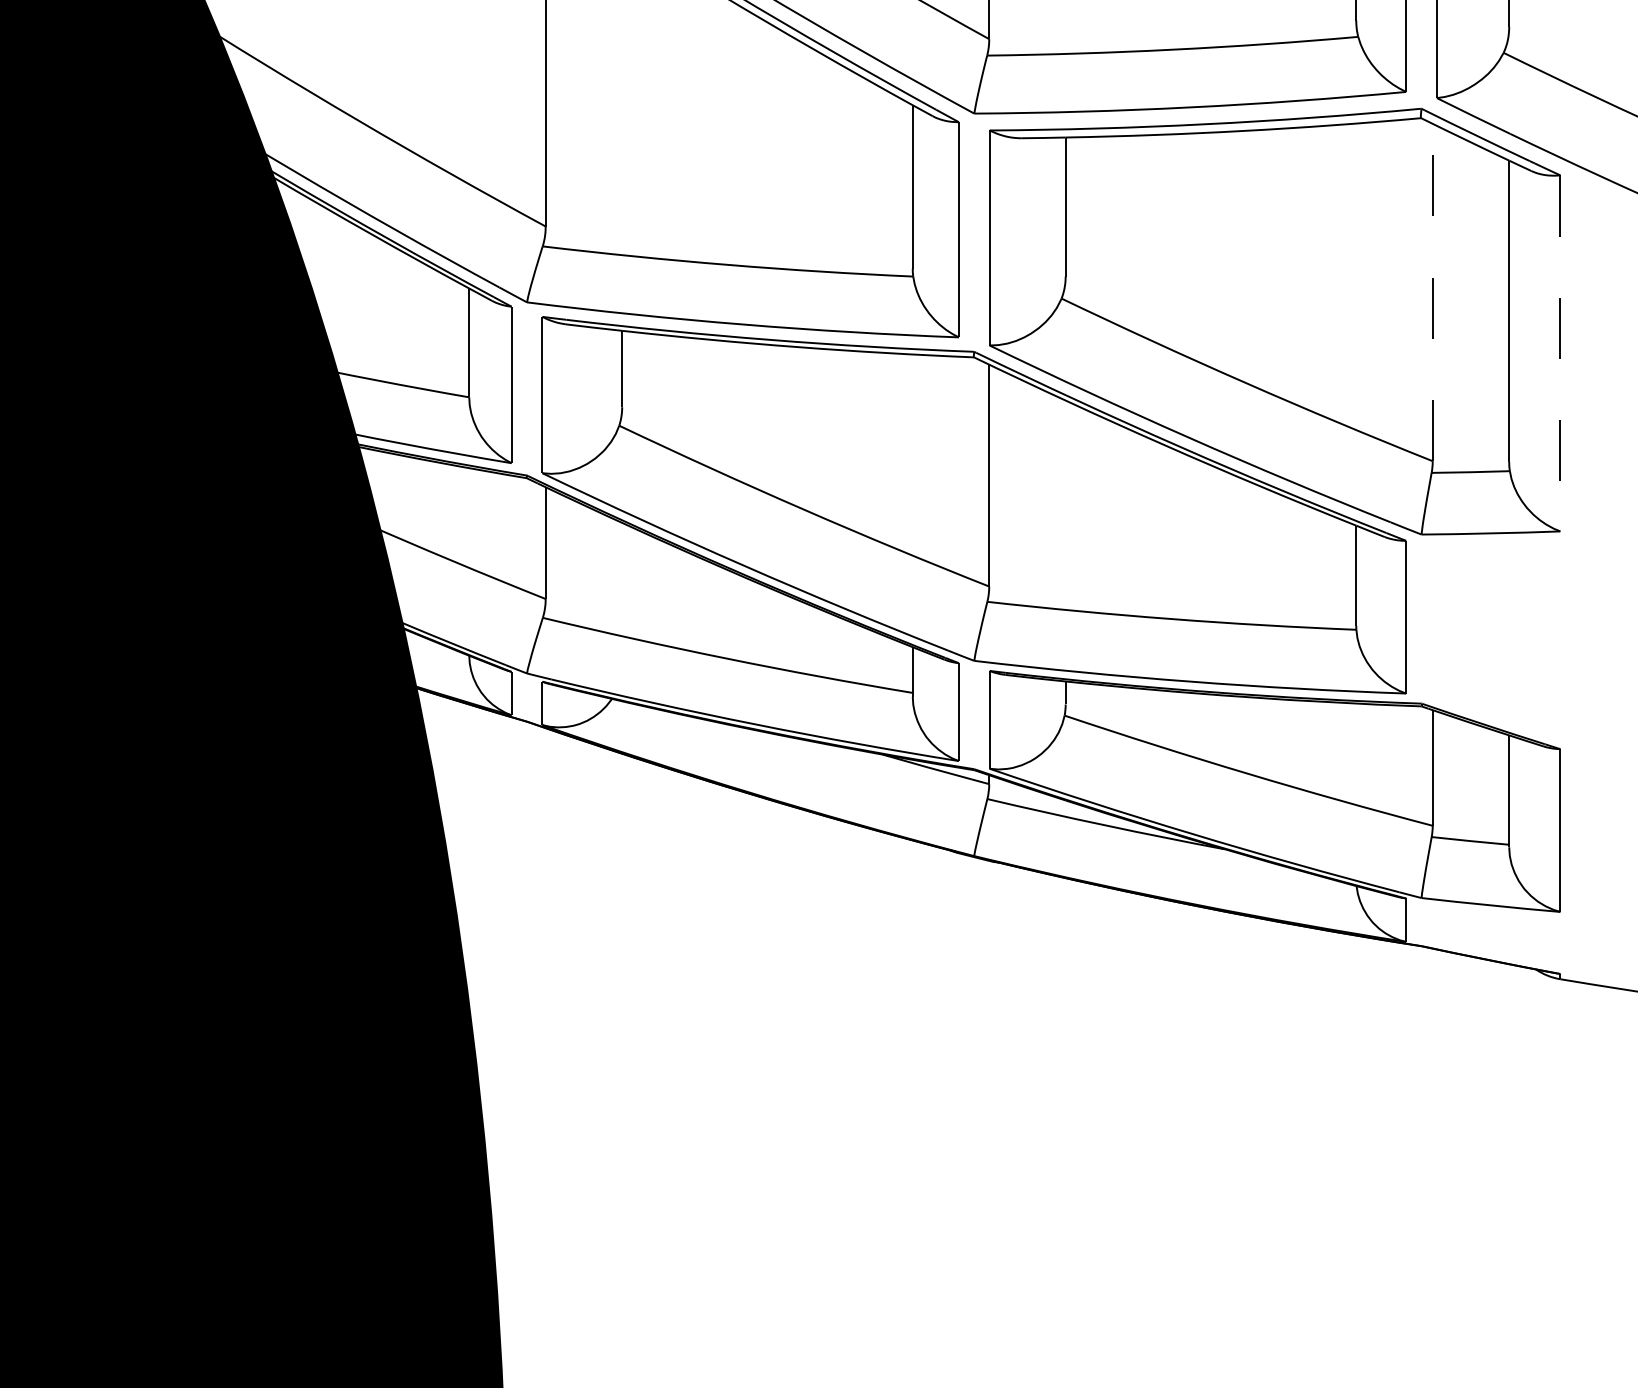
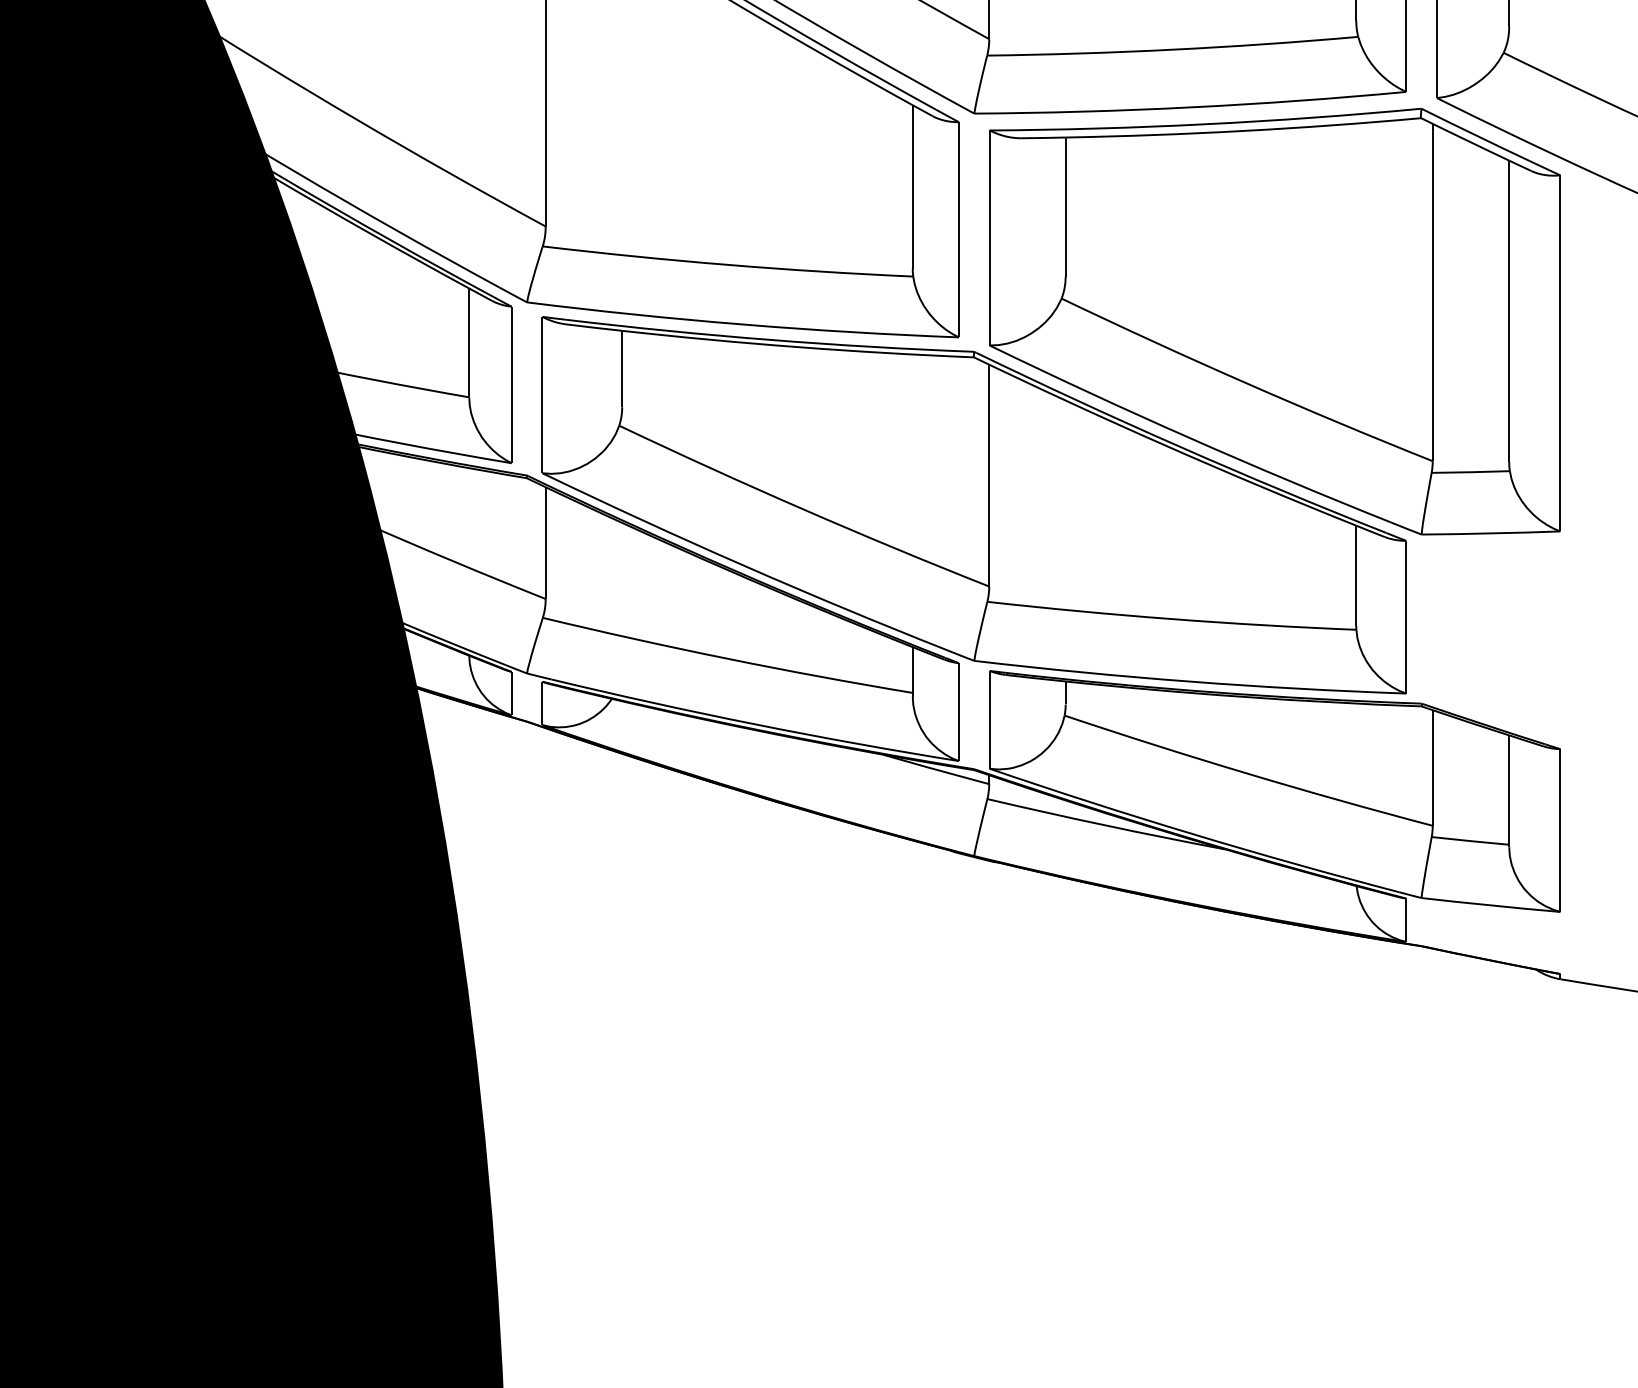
line at (1432, 292): dashed -> solid
line at (1560, 353): dashed -> solid
